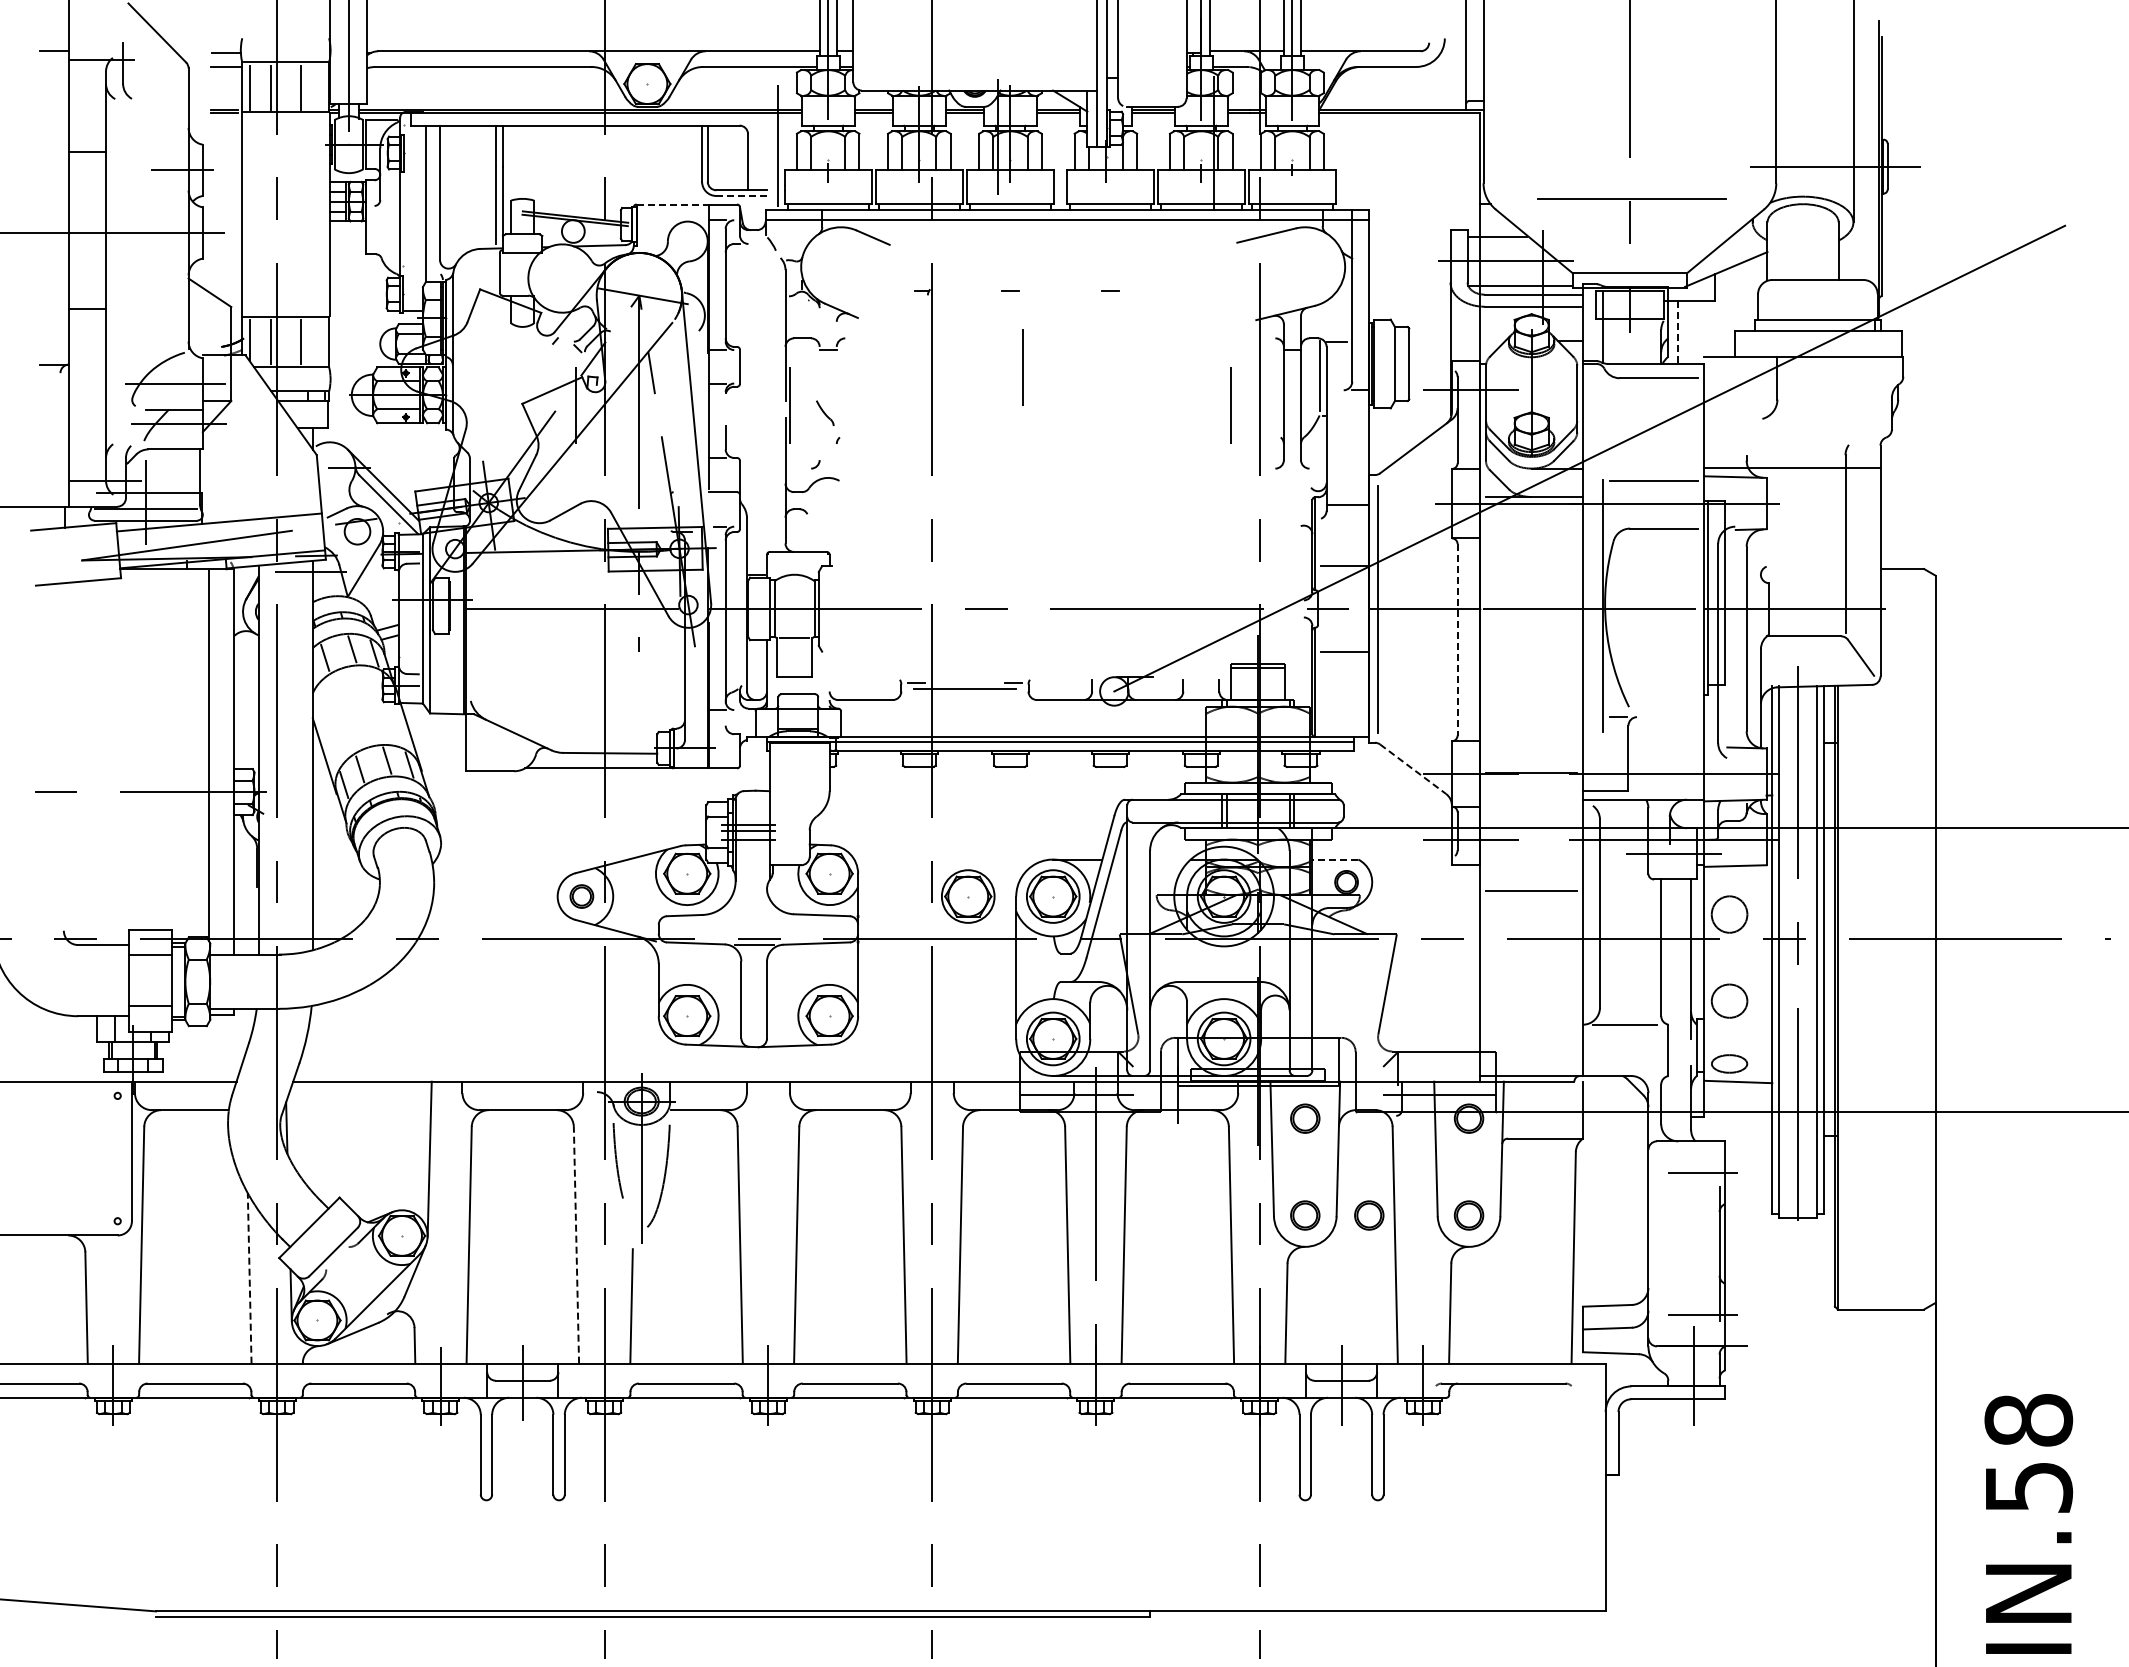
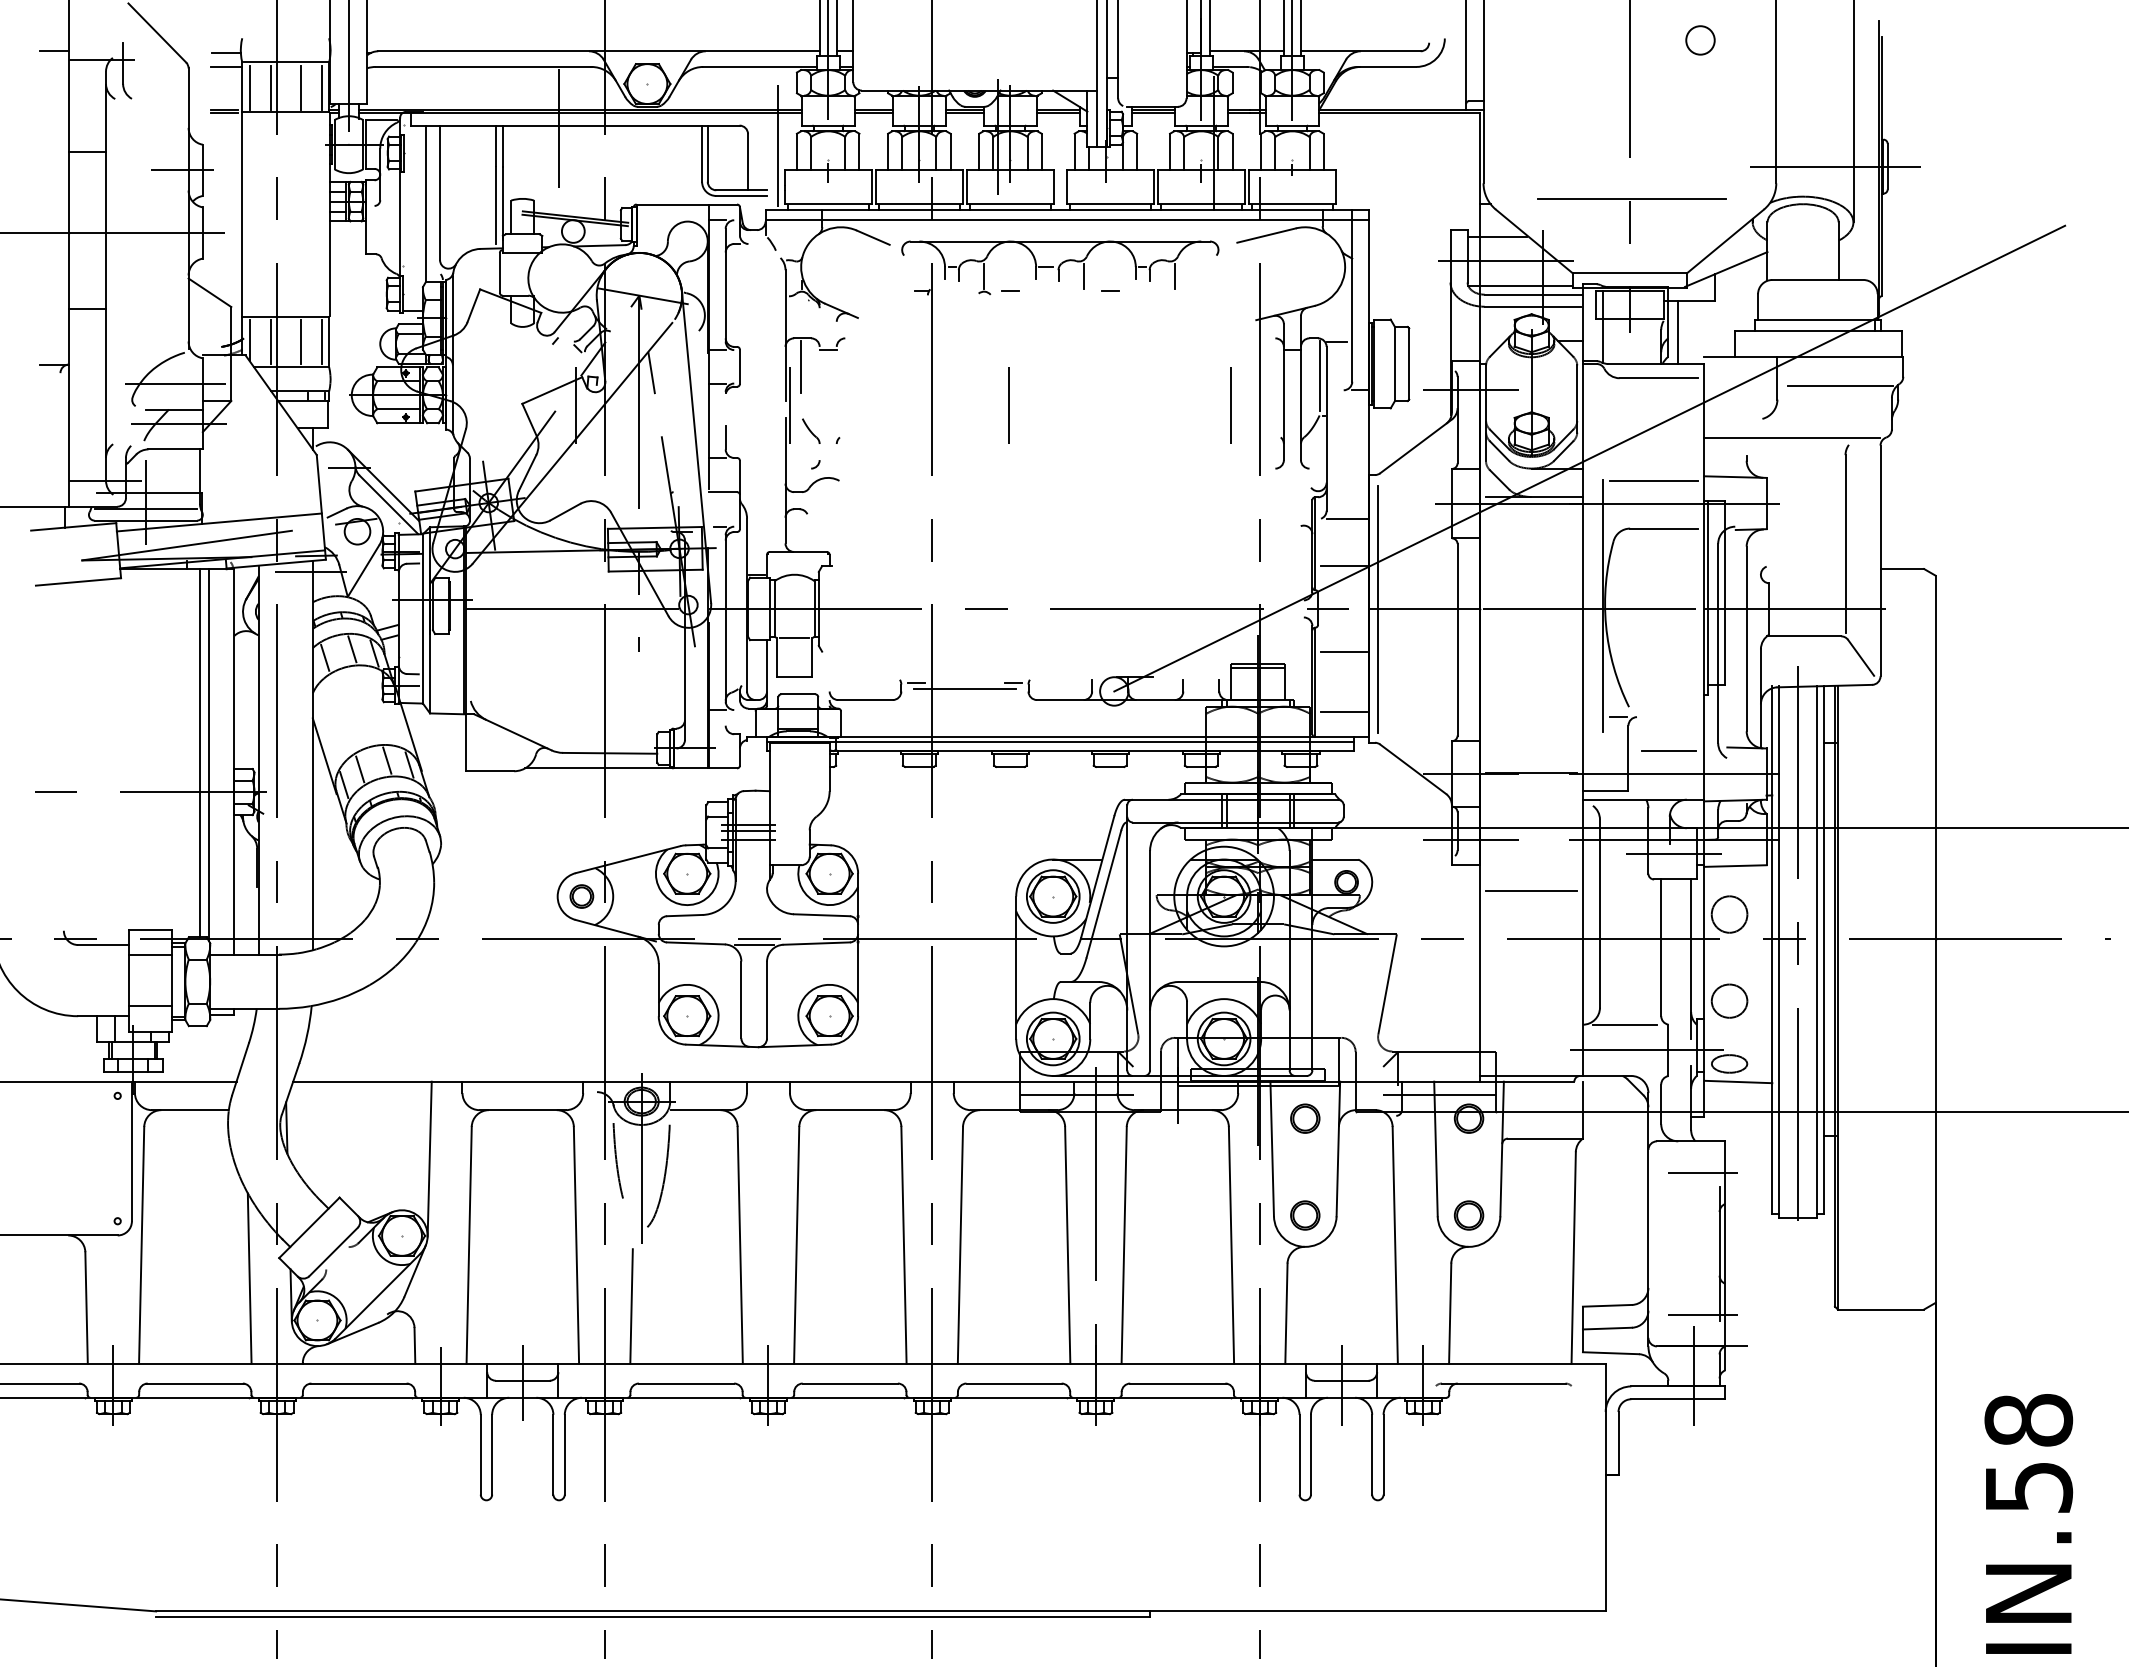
circle at (1700, 40): none -> present
line at (321, 87): none -> present
line at (559, 128): none -> present
line at (741, 195): dashed -> solid
line at (672, 204): dashed -> solid
part at (1060, 267): none -> present
line at (1678, 333): dashed -> solid
line at (321, 341): none -> present
line at (801, 367): none -> present
line at (1022, 367) position: (1022, 367) -> (1008, 405)
line at (1839, 386): none -> present
part at (825, 412) position: (825, 412) -> (811, 430)
line at (1791, 468) position: (1791, 468) -> (1791, 438)
line at (1347, 505) position: (1347, 505) -> (1347, 519)
line at (1457, 639): dashed -> solid
line at (1343, 712): none -> present
line at (1668, 751): none -> present
line at (200, 753): none -> present
line at (1413, 769): dashed -> solid
line at (1335, 859): dashed -> solid
part at (968, 896): present -> none
line at (1646, 1050): none -> present
part at (1369, 1215): present -> none
line at (576, 1244): dashed -> solid
line at (249, 1278): dashed -> solid
